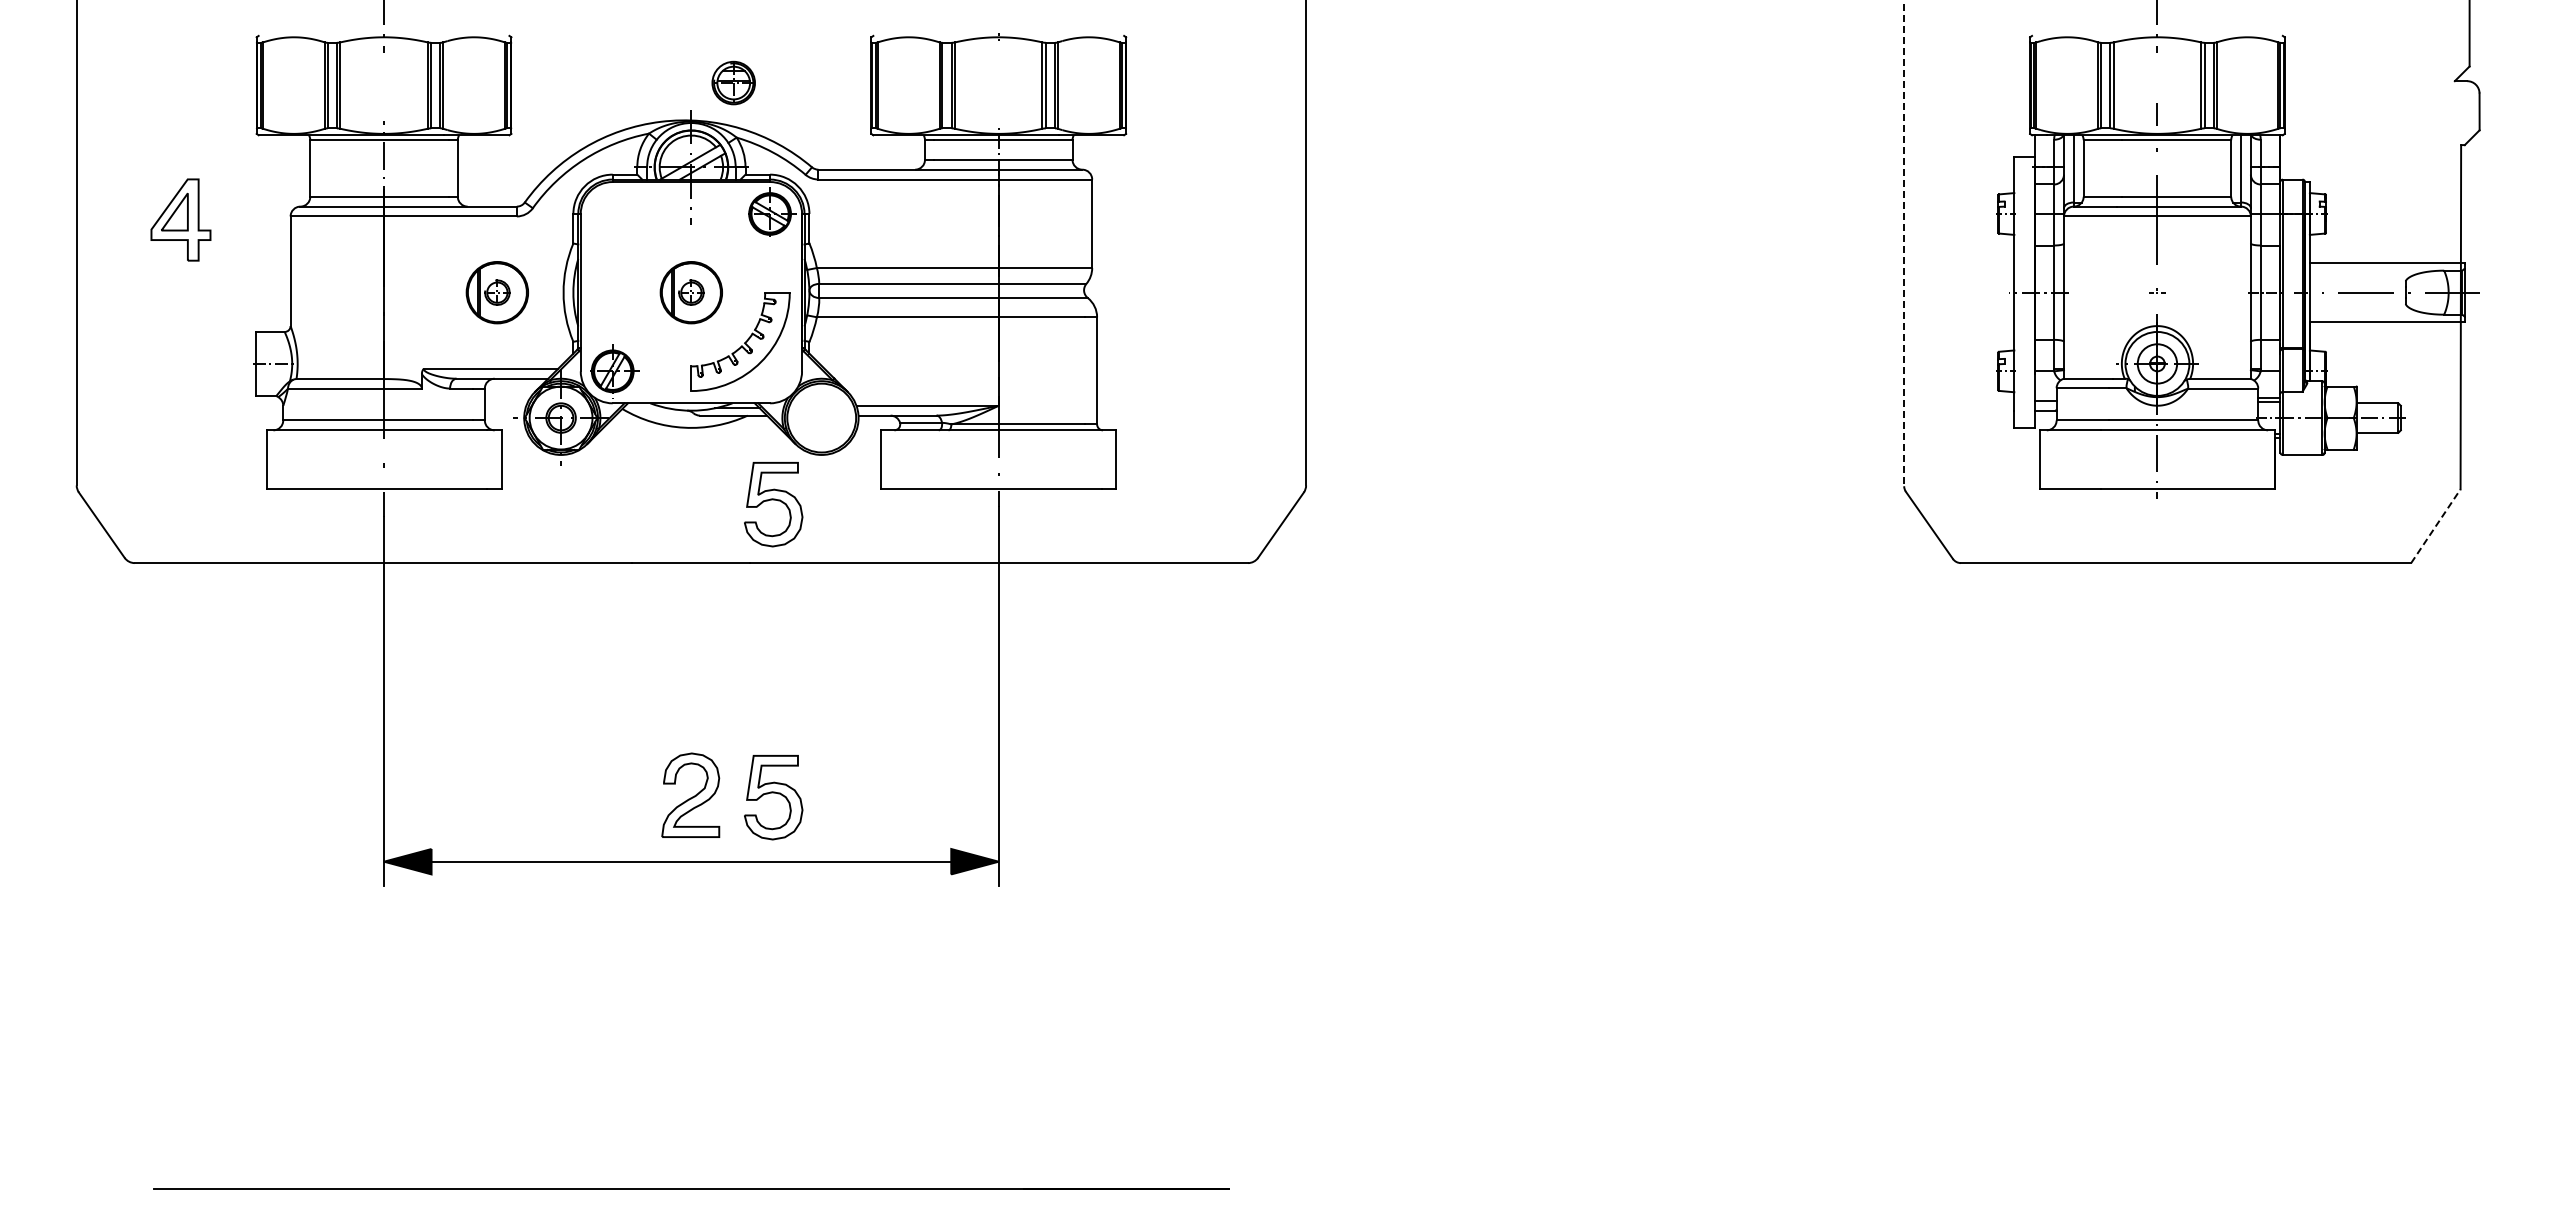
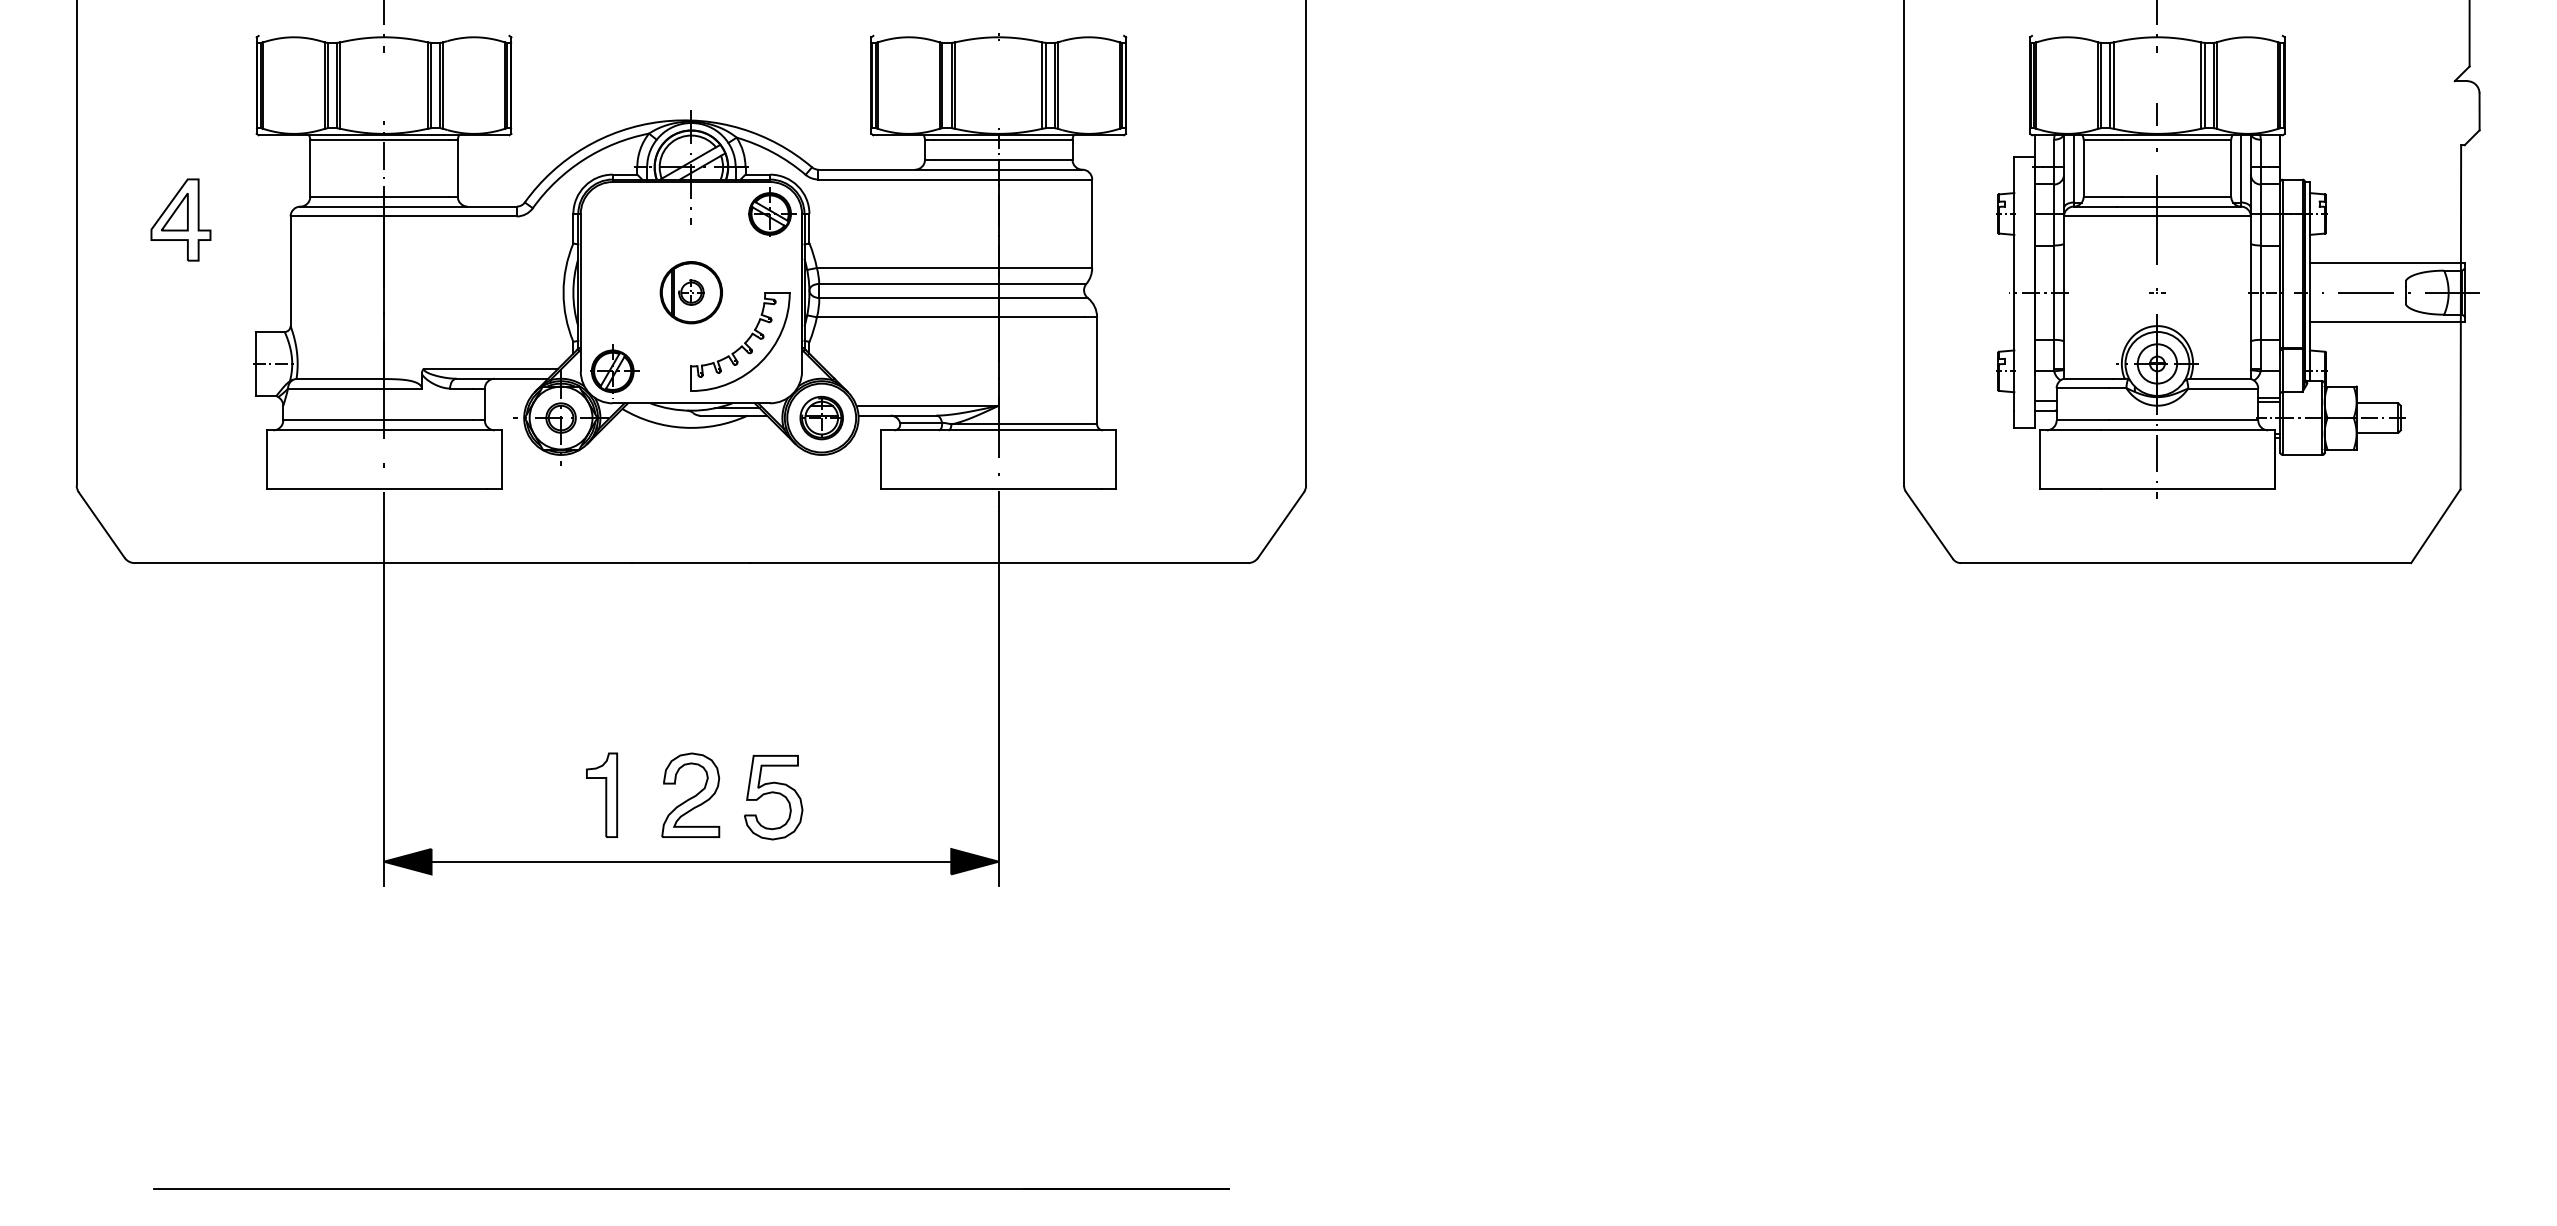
part at (733, 82) position: (733, 82) -> (821, 417)
line at (1904, 243): dashed -> solid
part at (496, 292): present -> none
part at (773, 504): present -> none
line at (2436, 525): dashed -> solid
part at (602, 794): none -> present
